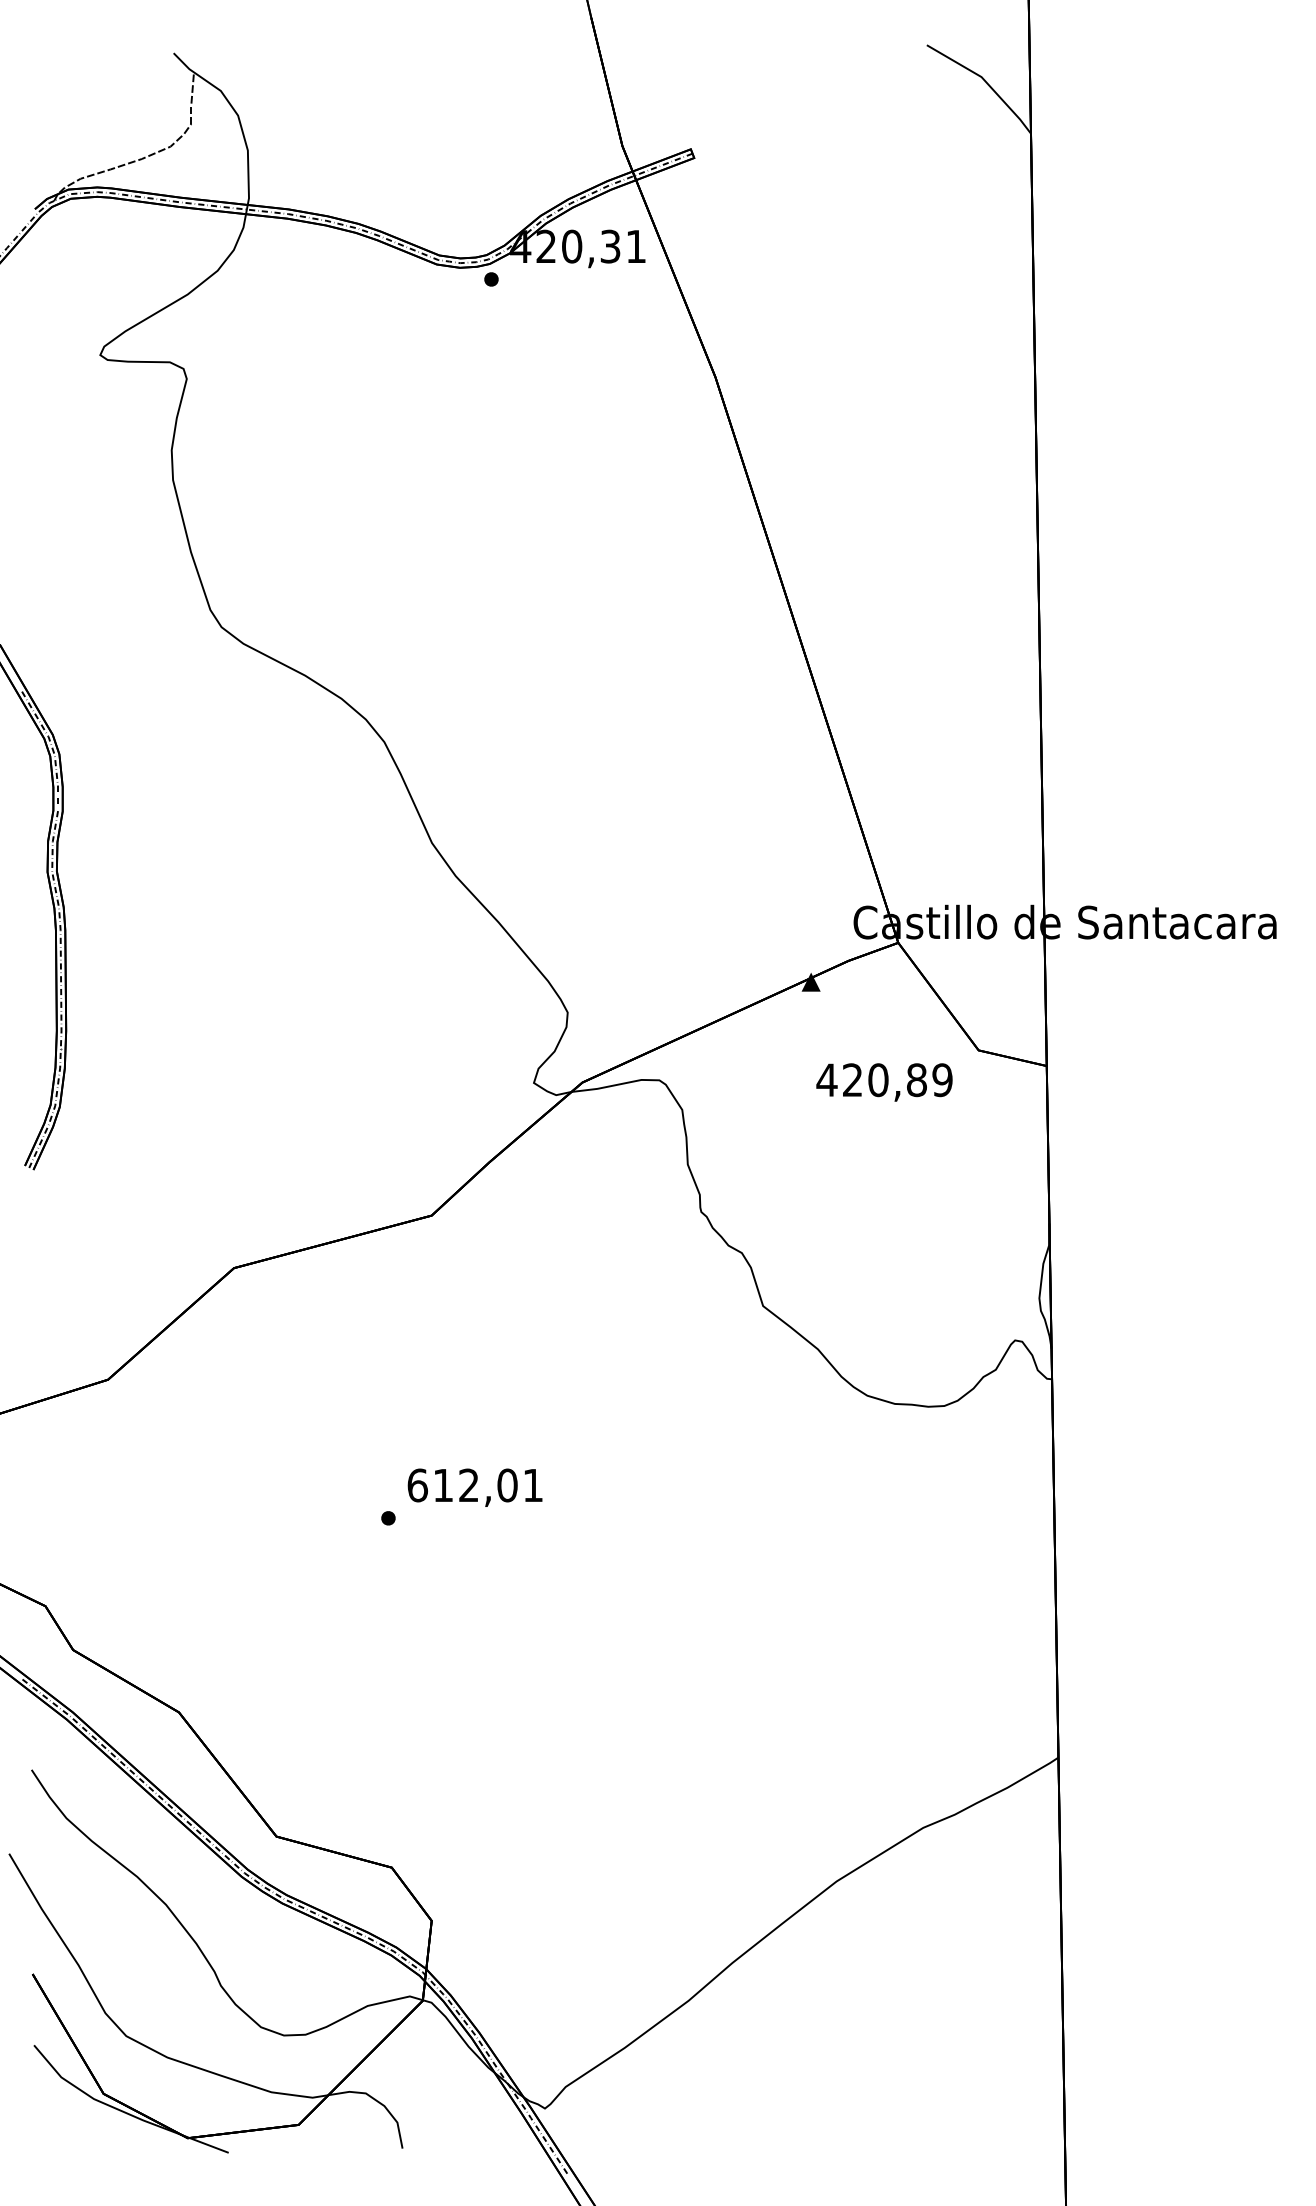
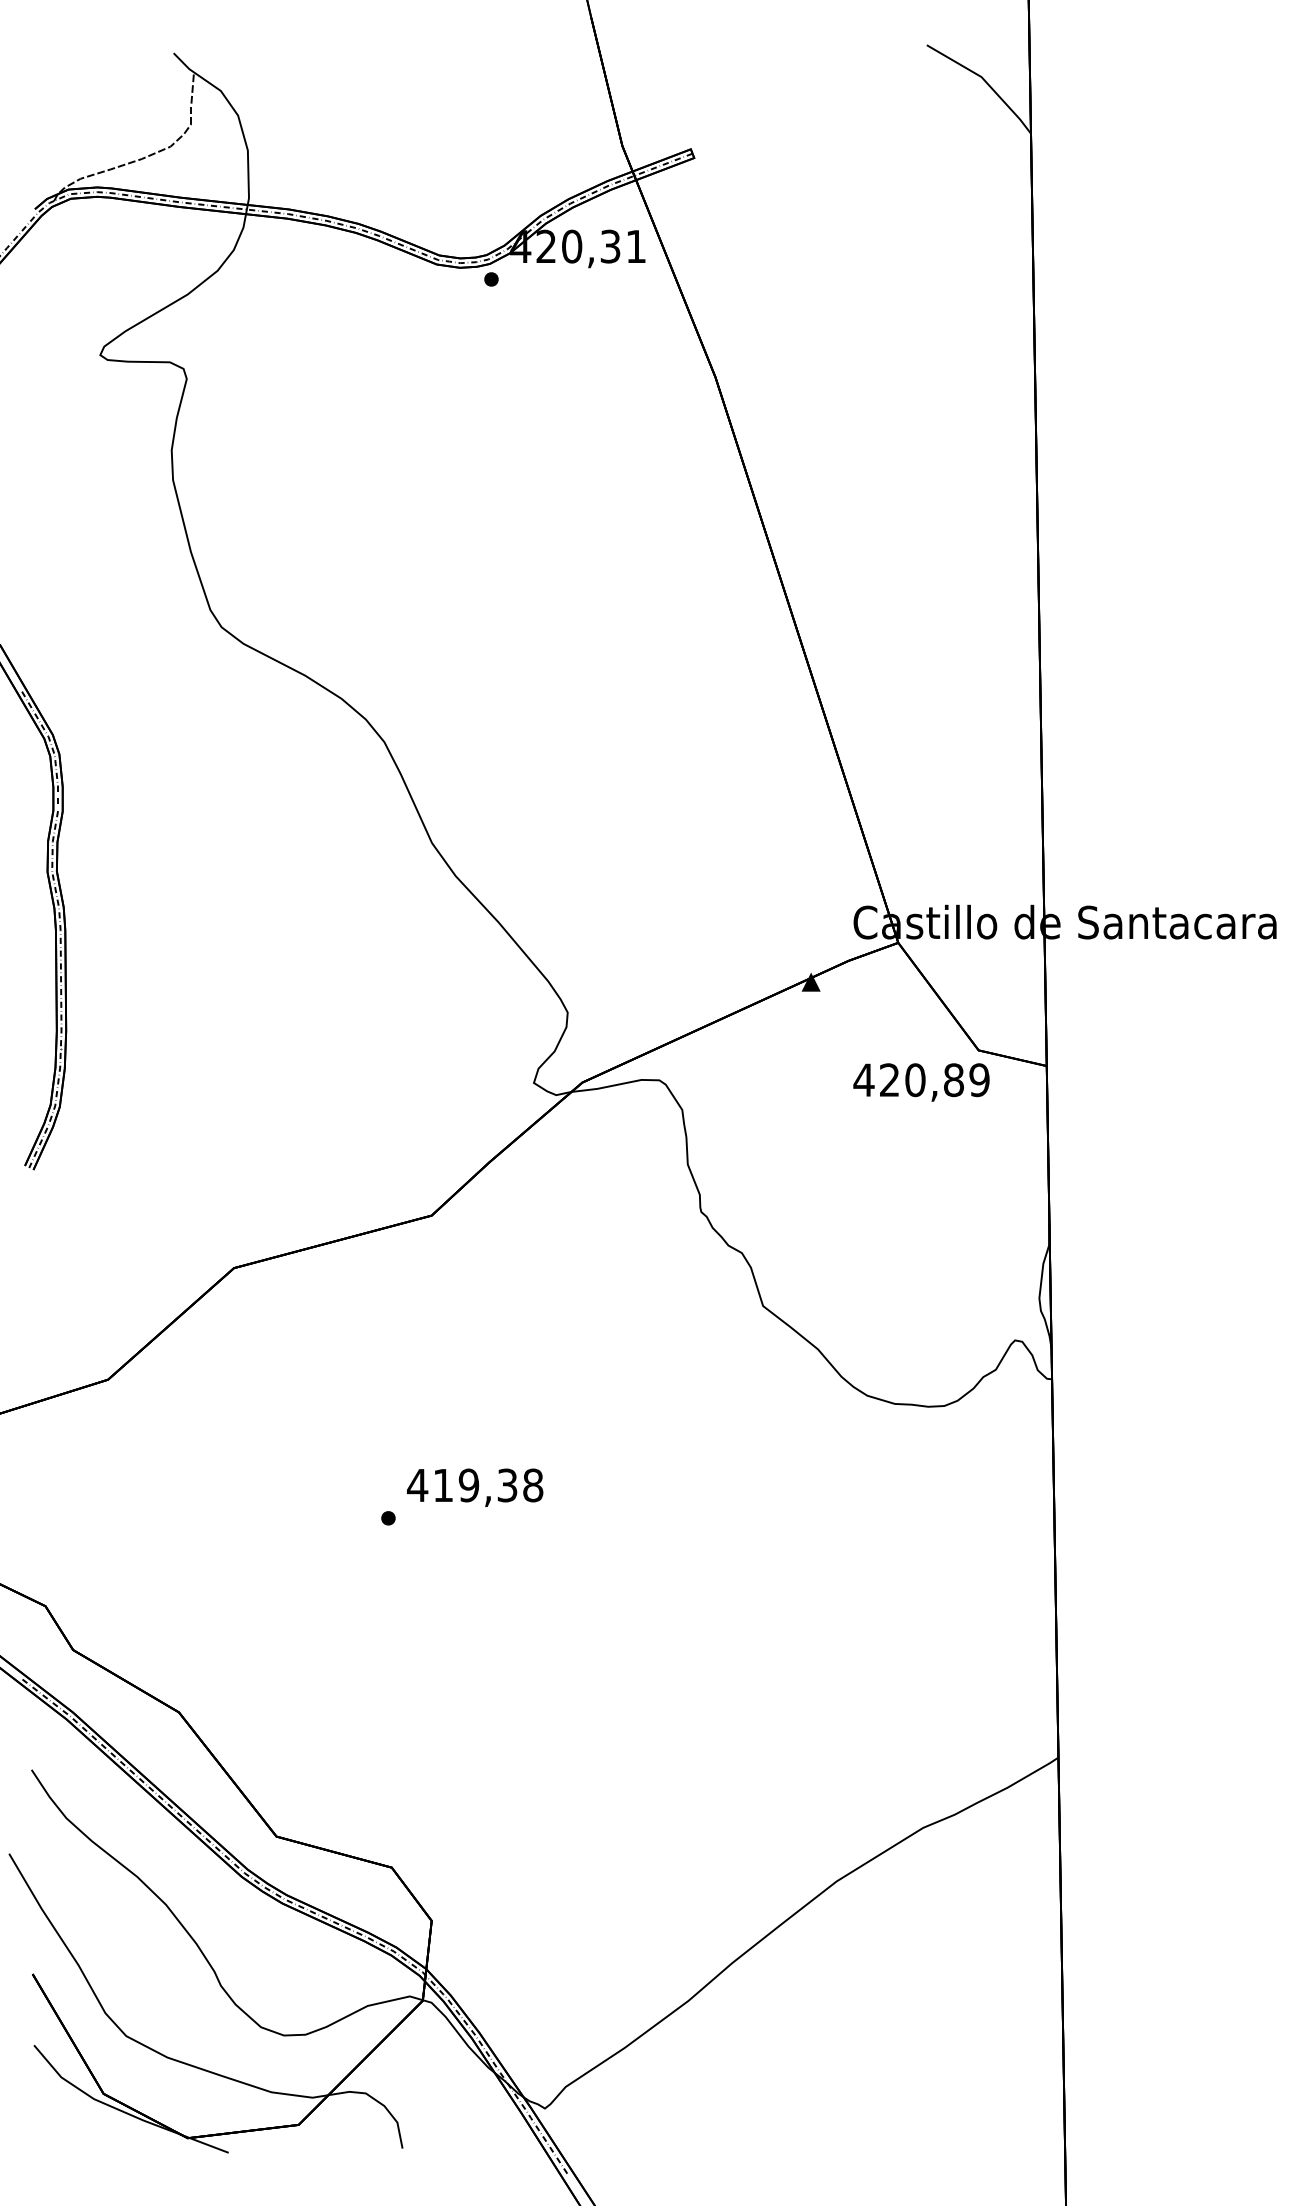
text at (884, 1082) position: (884, 1082) -> (921, 1082)
text at (475, 1485): 612,01 -> 419,38
